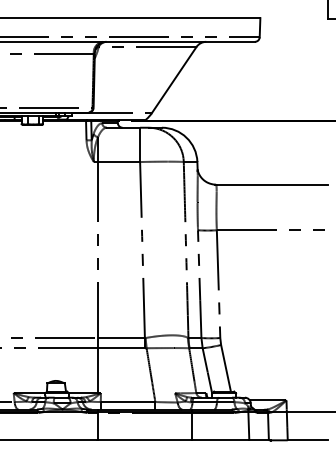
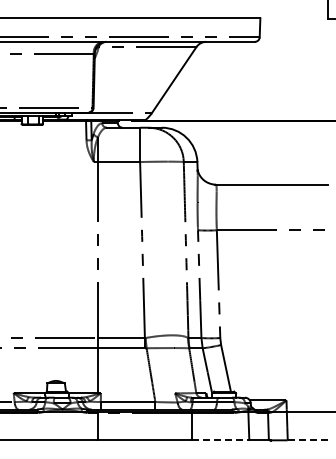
line at (221, 440): solid -> dashed
line at (308, 440): solid -> dashed
